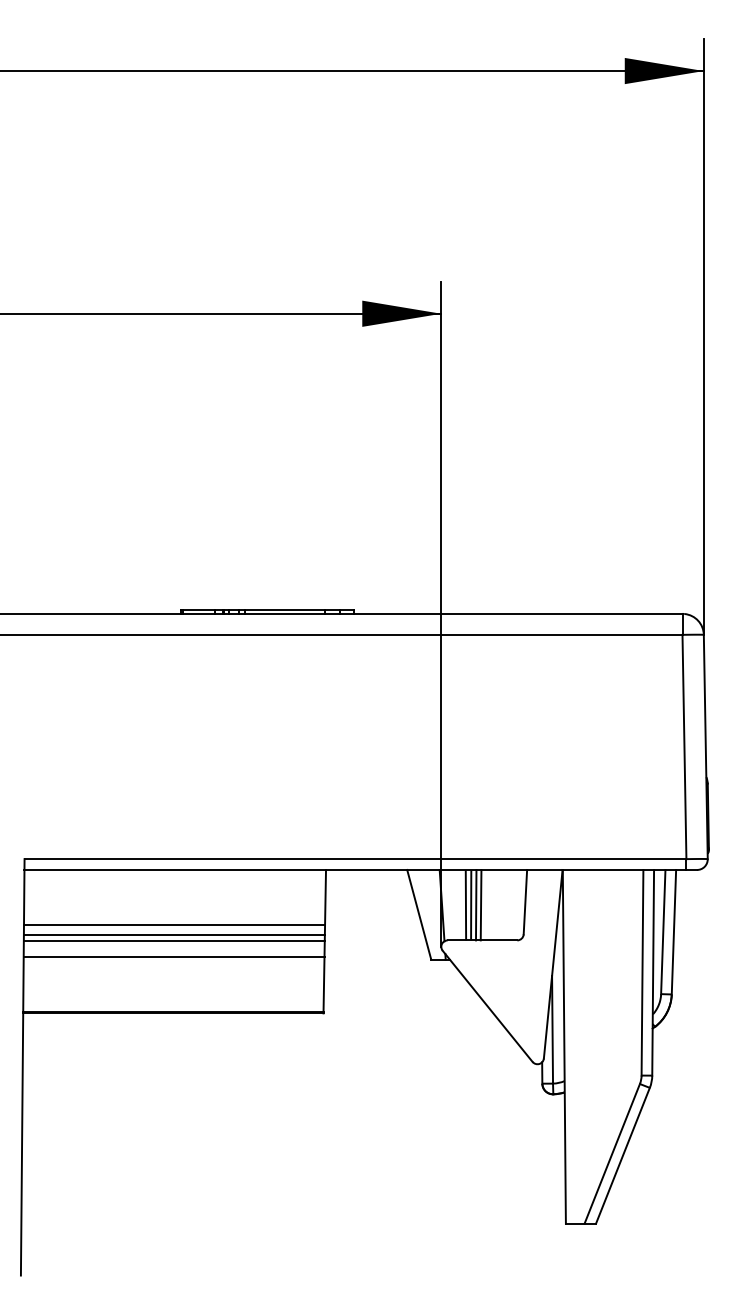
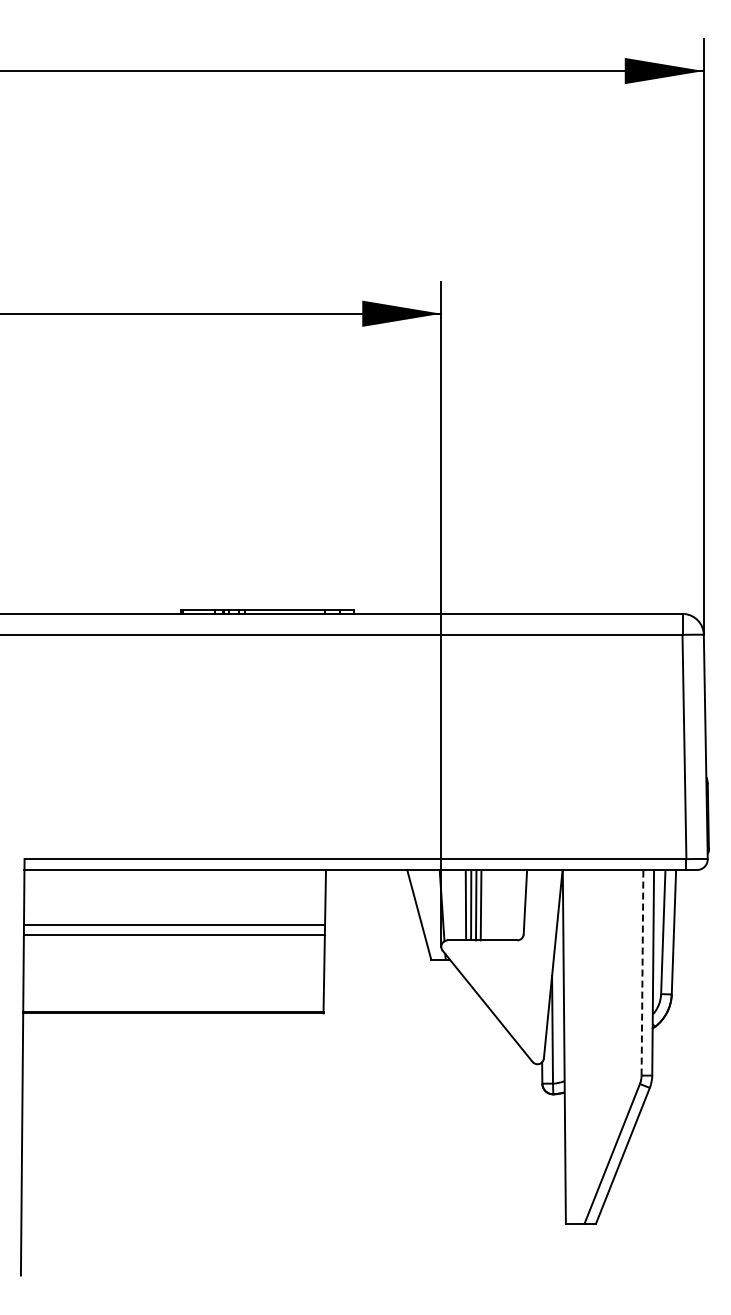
line at (173, 941): present -> none
line at (173, 956): present -> none
line at (642, 972): solid -> dashed
